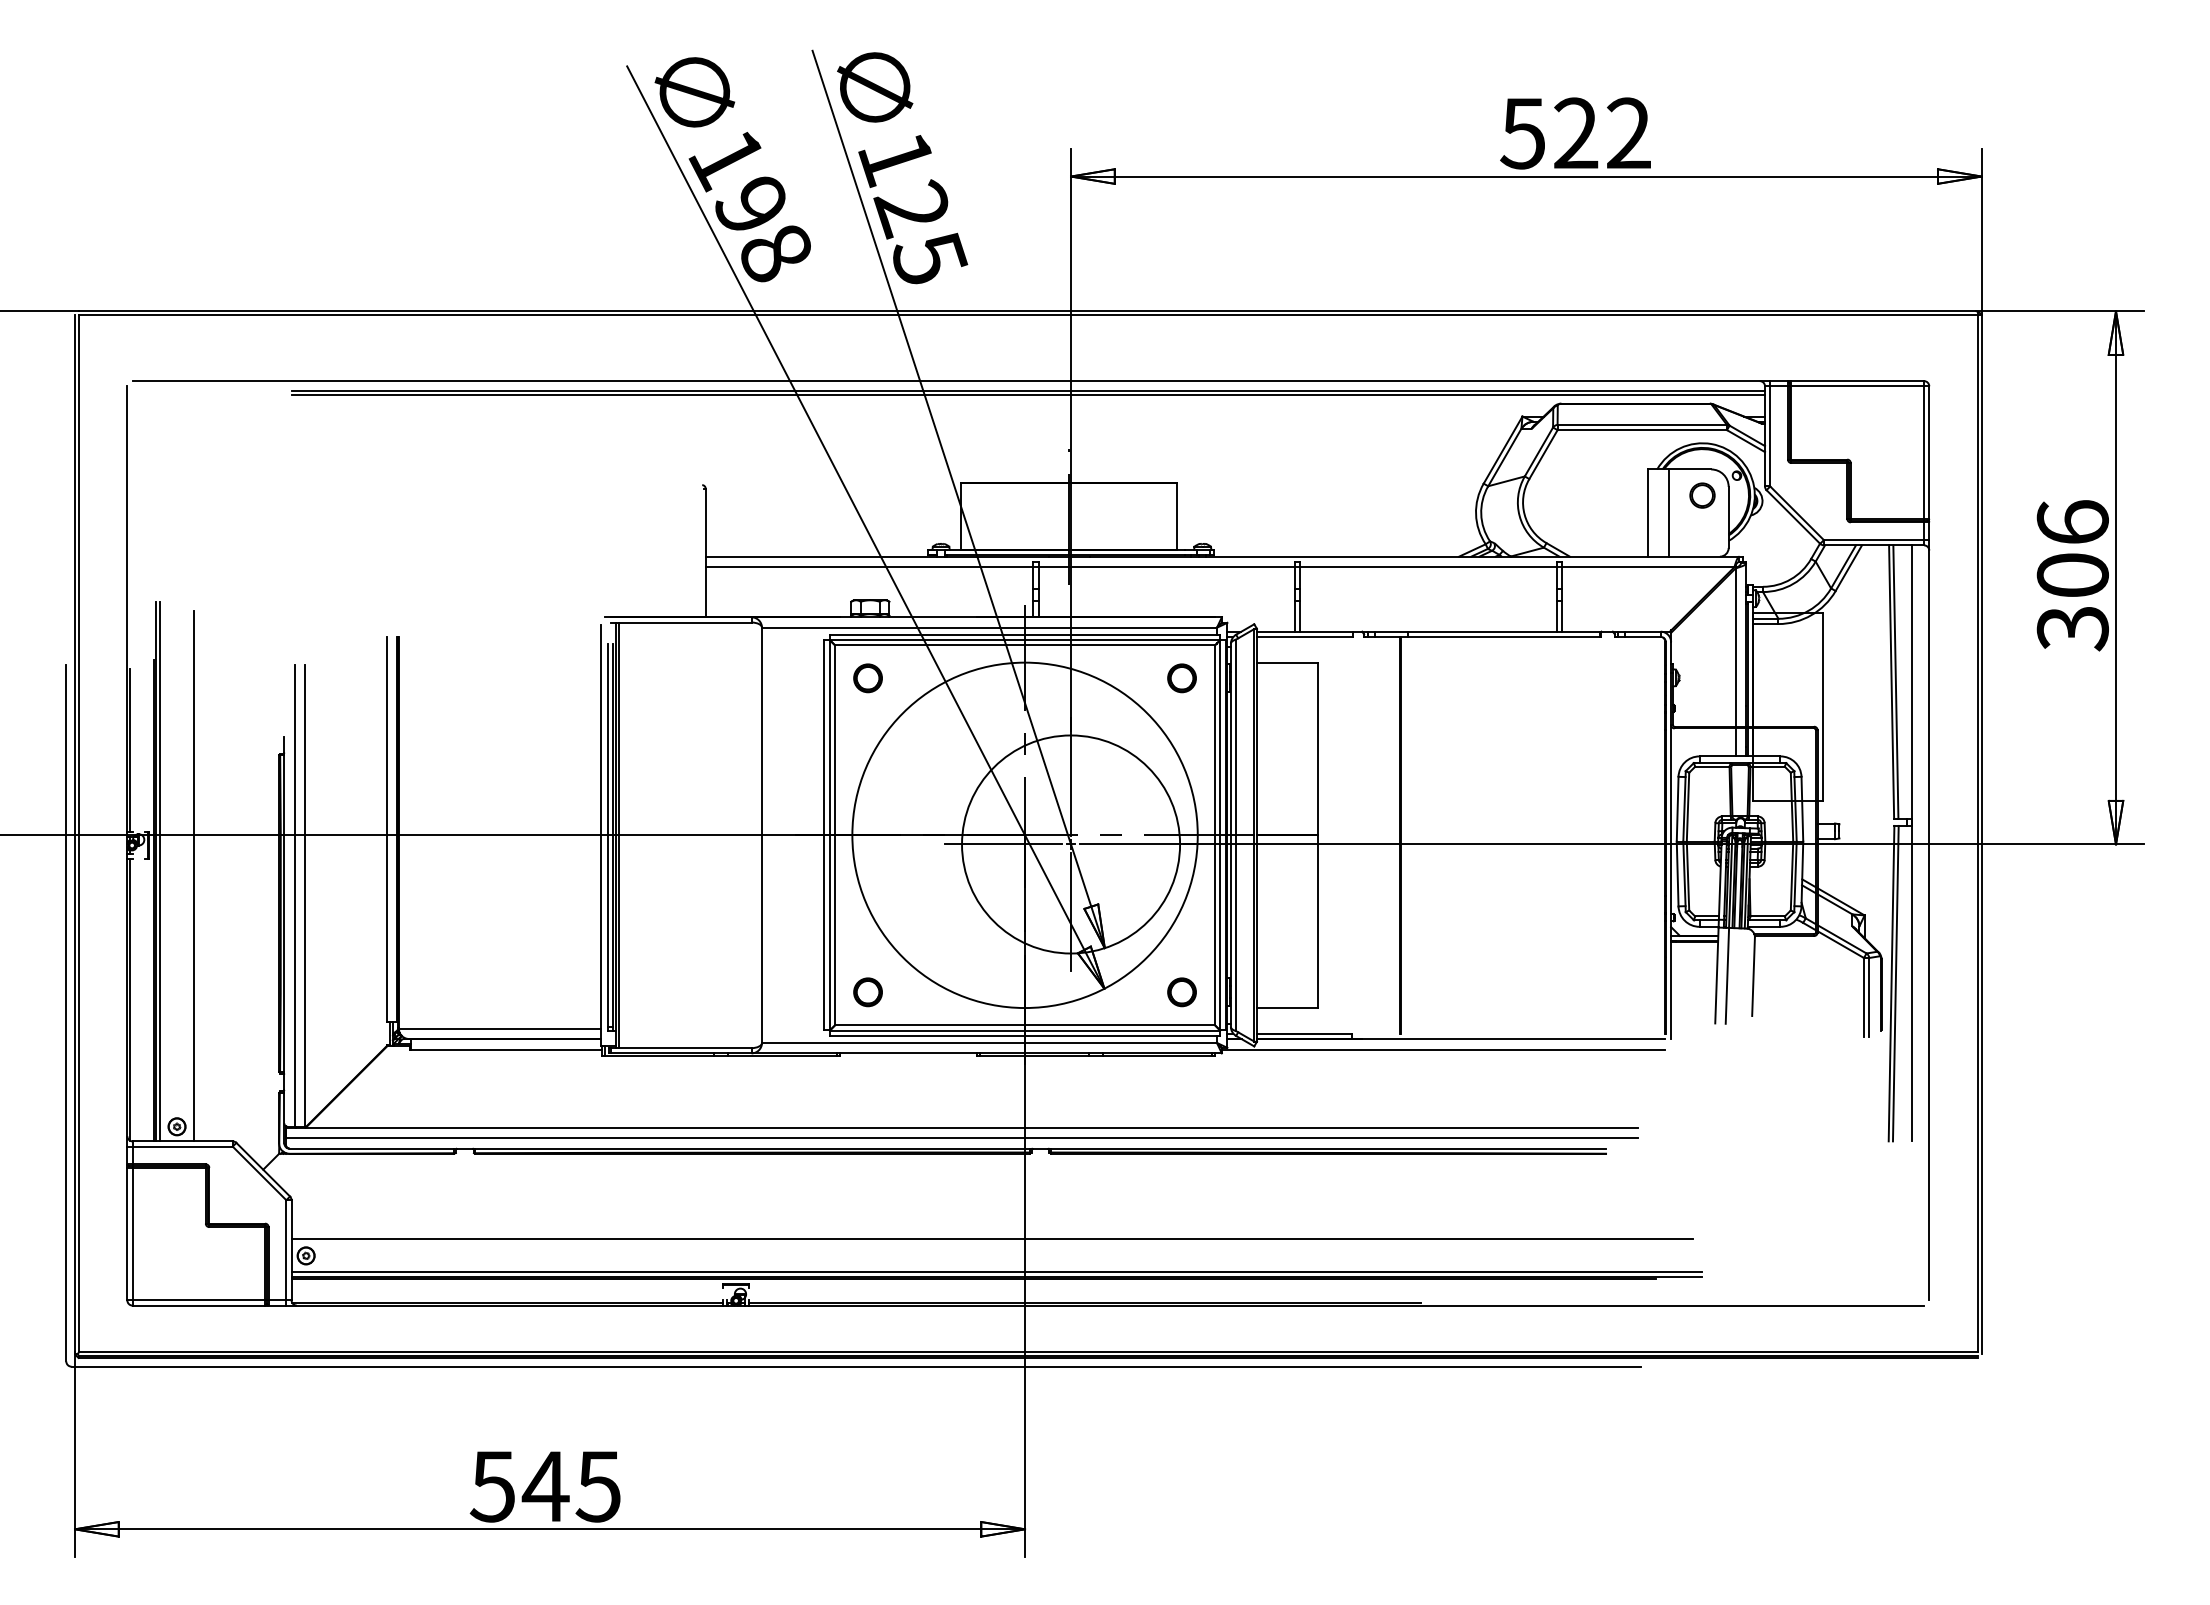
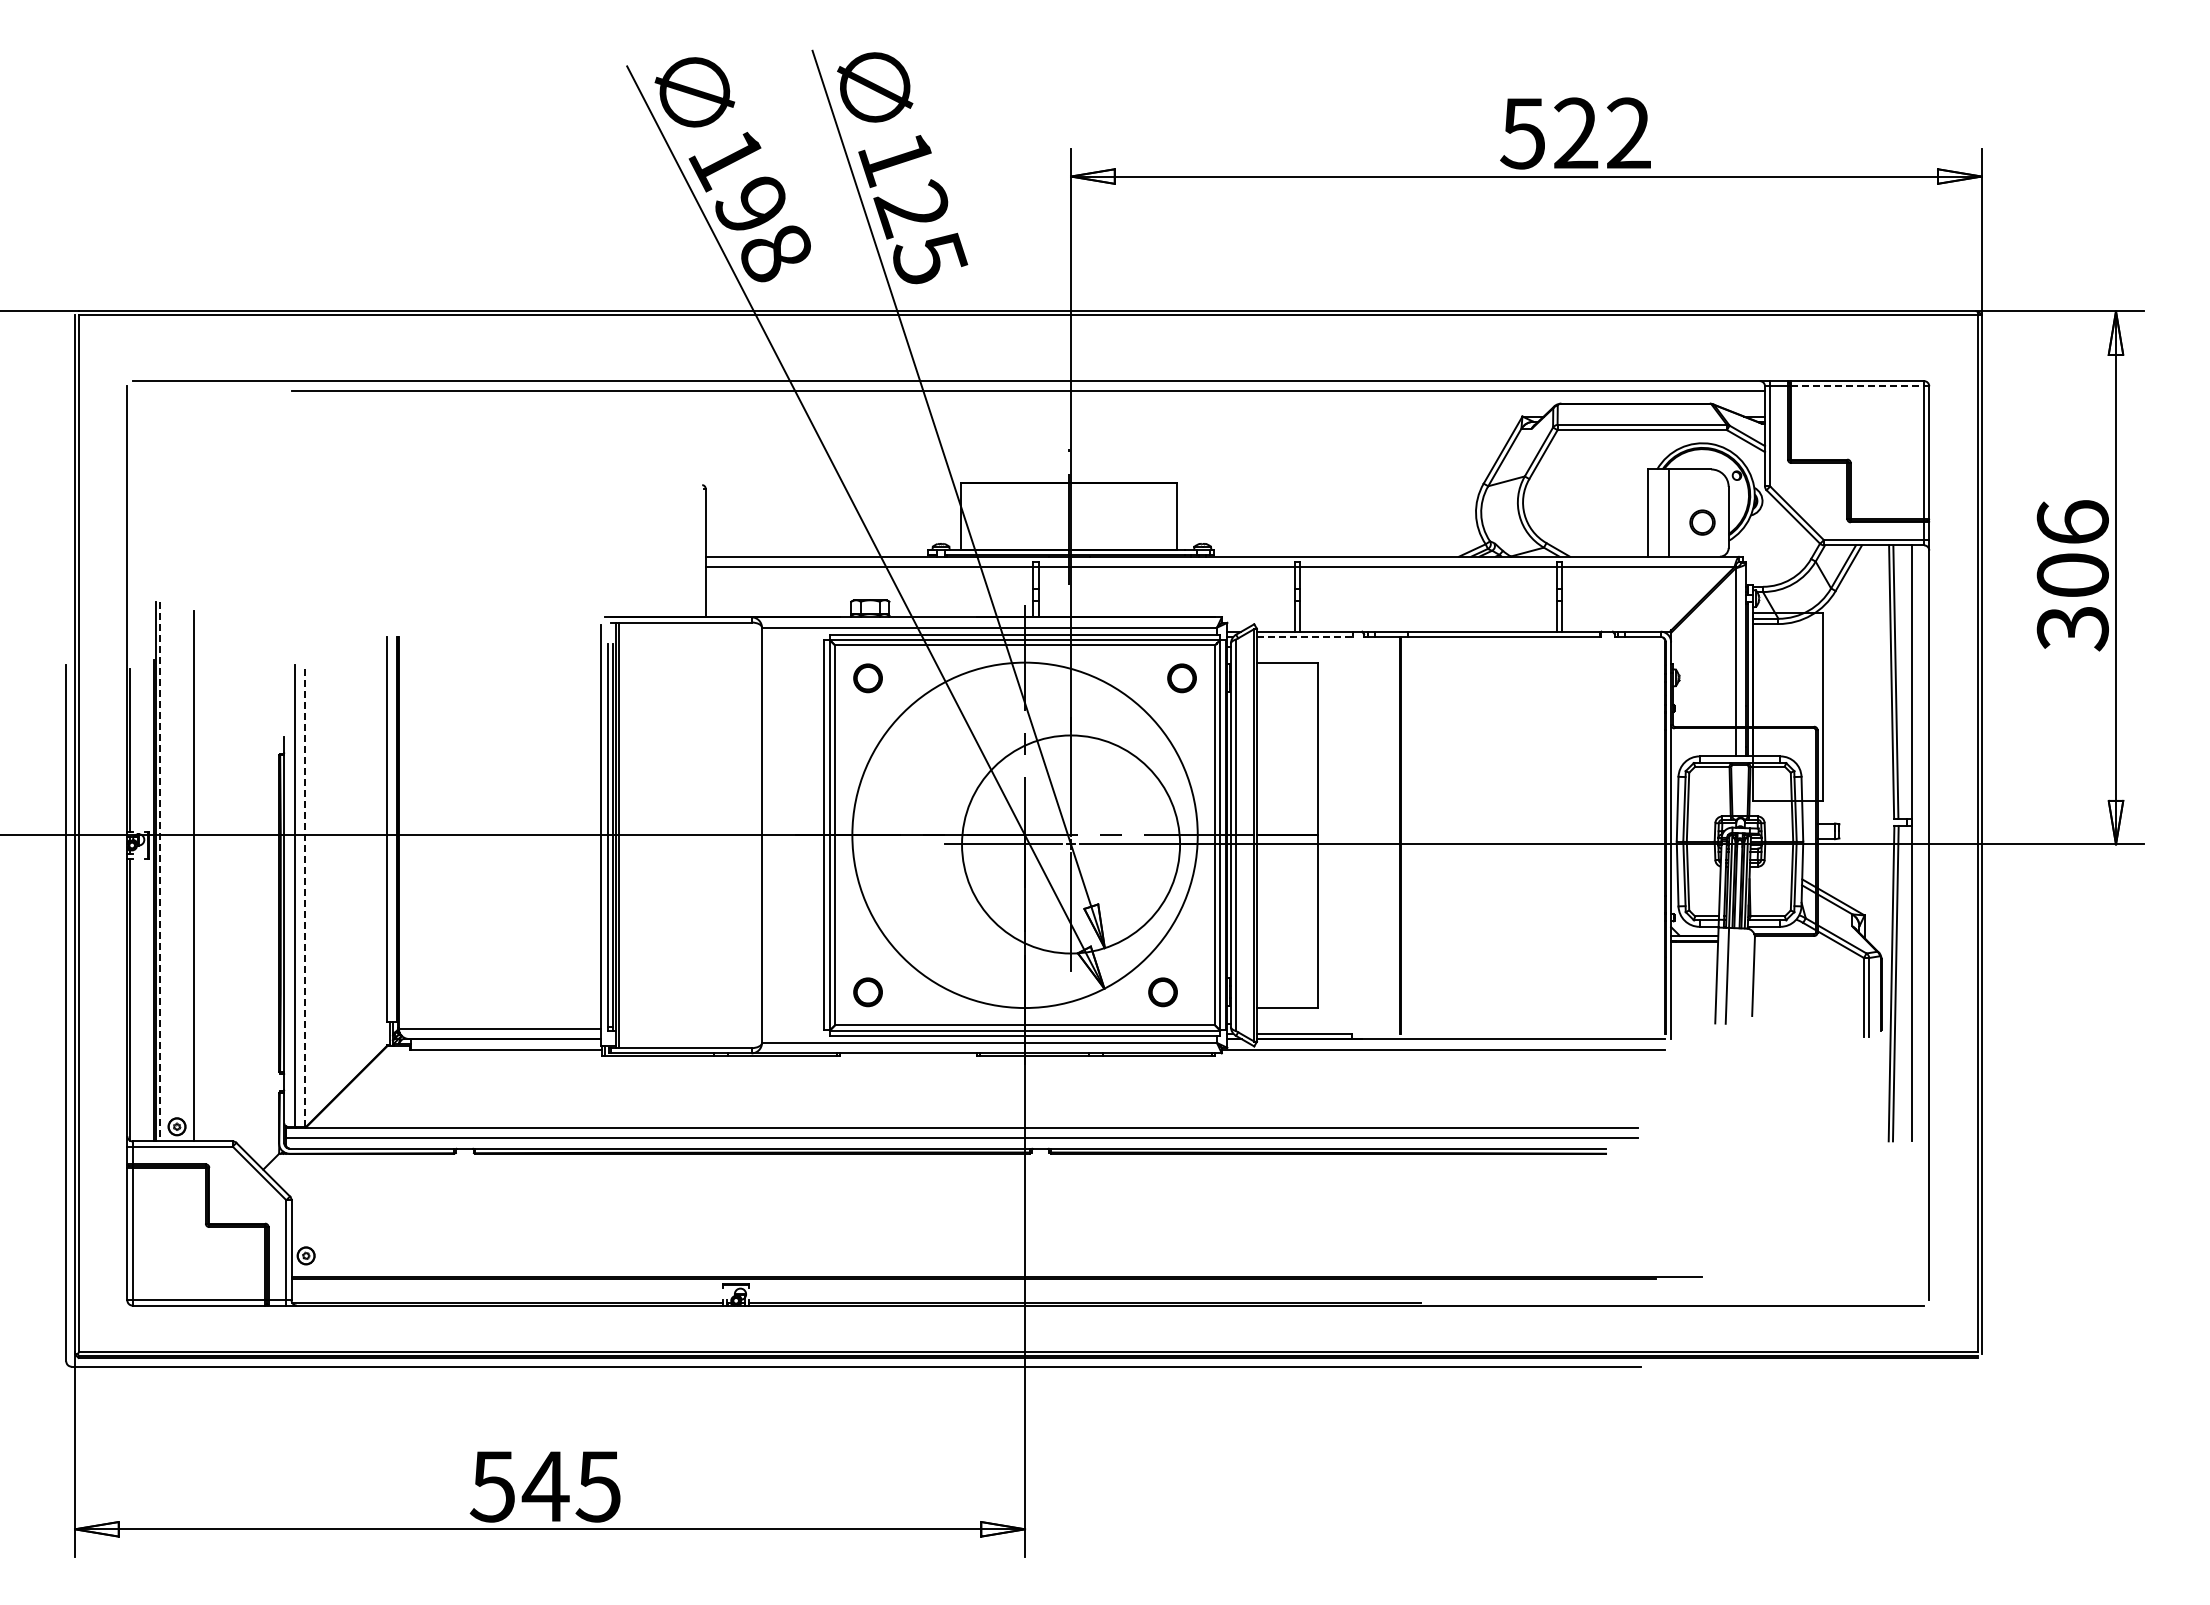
line at (1858, 386): solid -> dashed
line at (1028, 395): present -> none
part at (1702, 495) position: (1702, 495) -> (1702, 522)
line at (1305, 636): solid -> dashed
line at (160, 871): solid -> dashed
line at (305, 895): solid -> dashed
part at (1181, 992) position: (1181, 992) -> (1162, 992)
line at (991, 1239): present -> none
line at (996, 1272): present -> none
